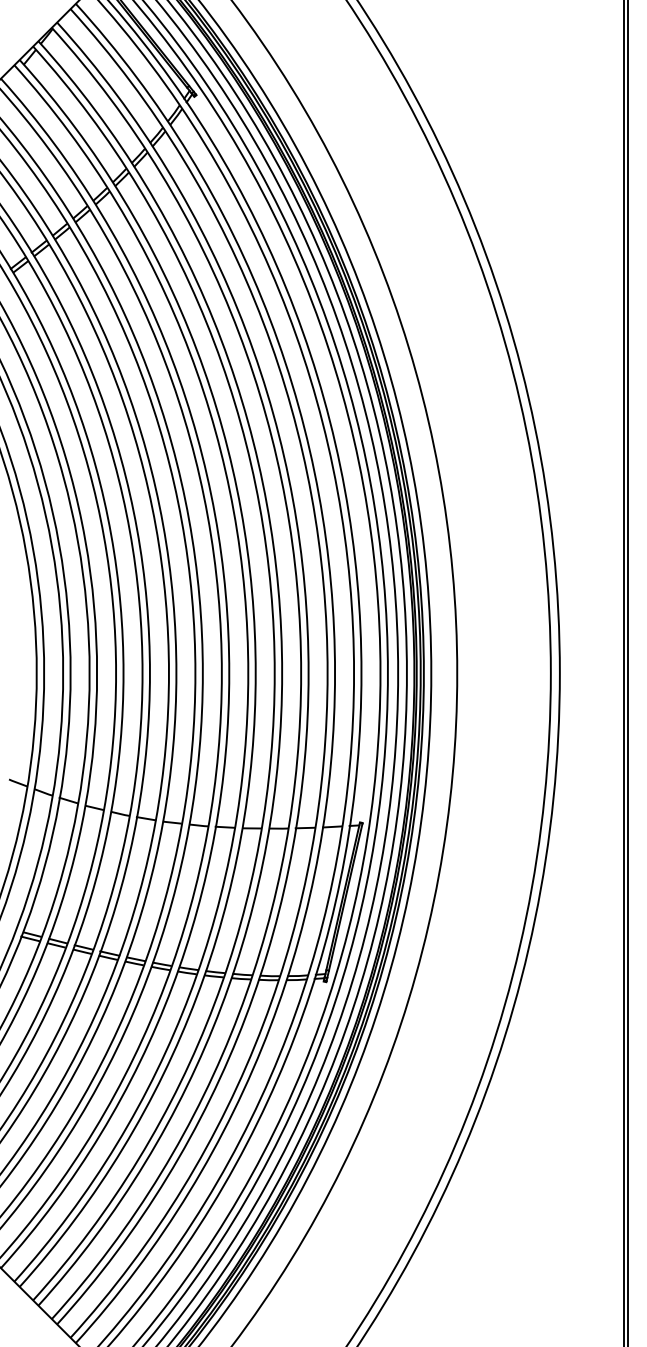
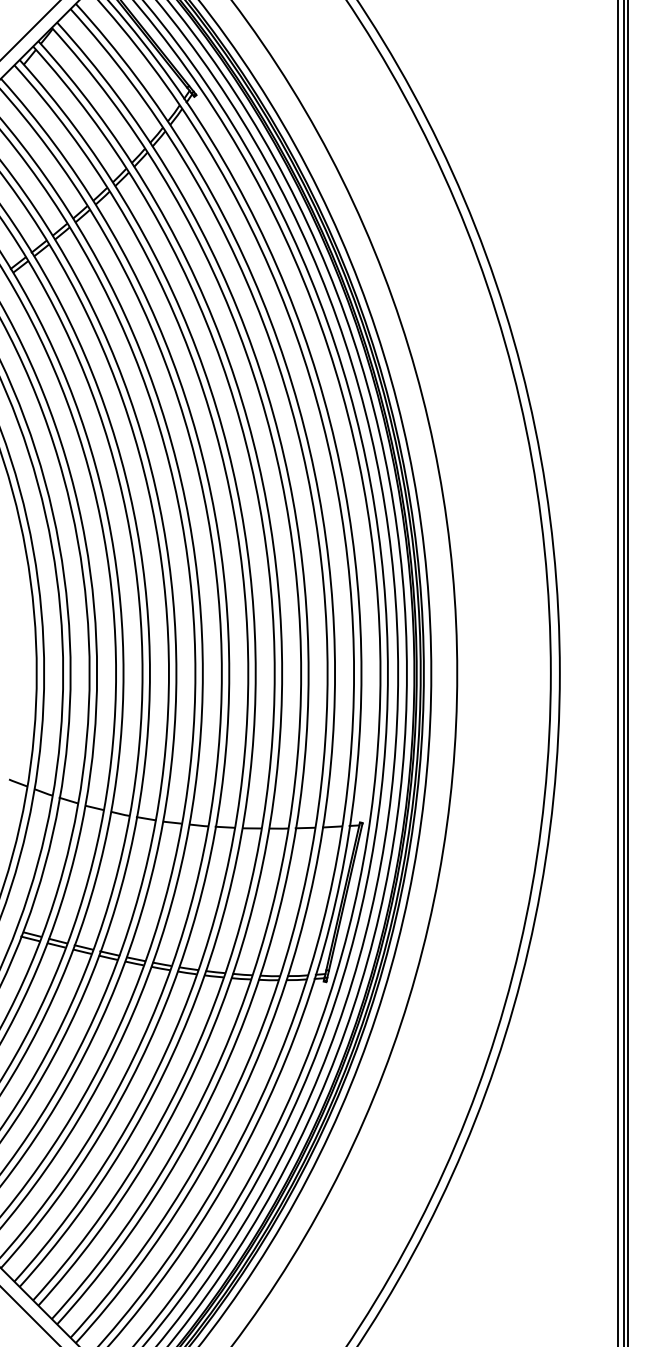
line at (30, 30): none -> present
line at (618, 672): none -> present
line at (29, 1315): none -> present
